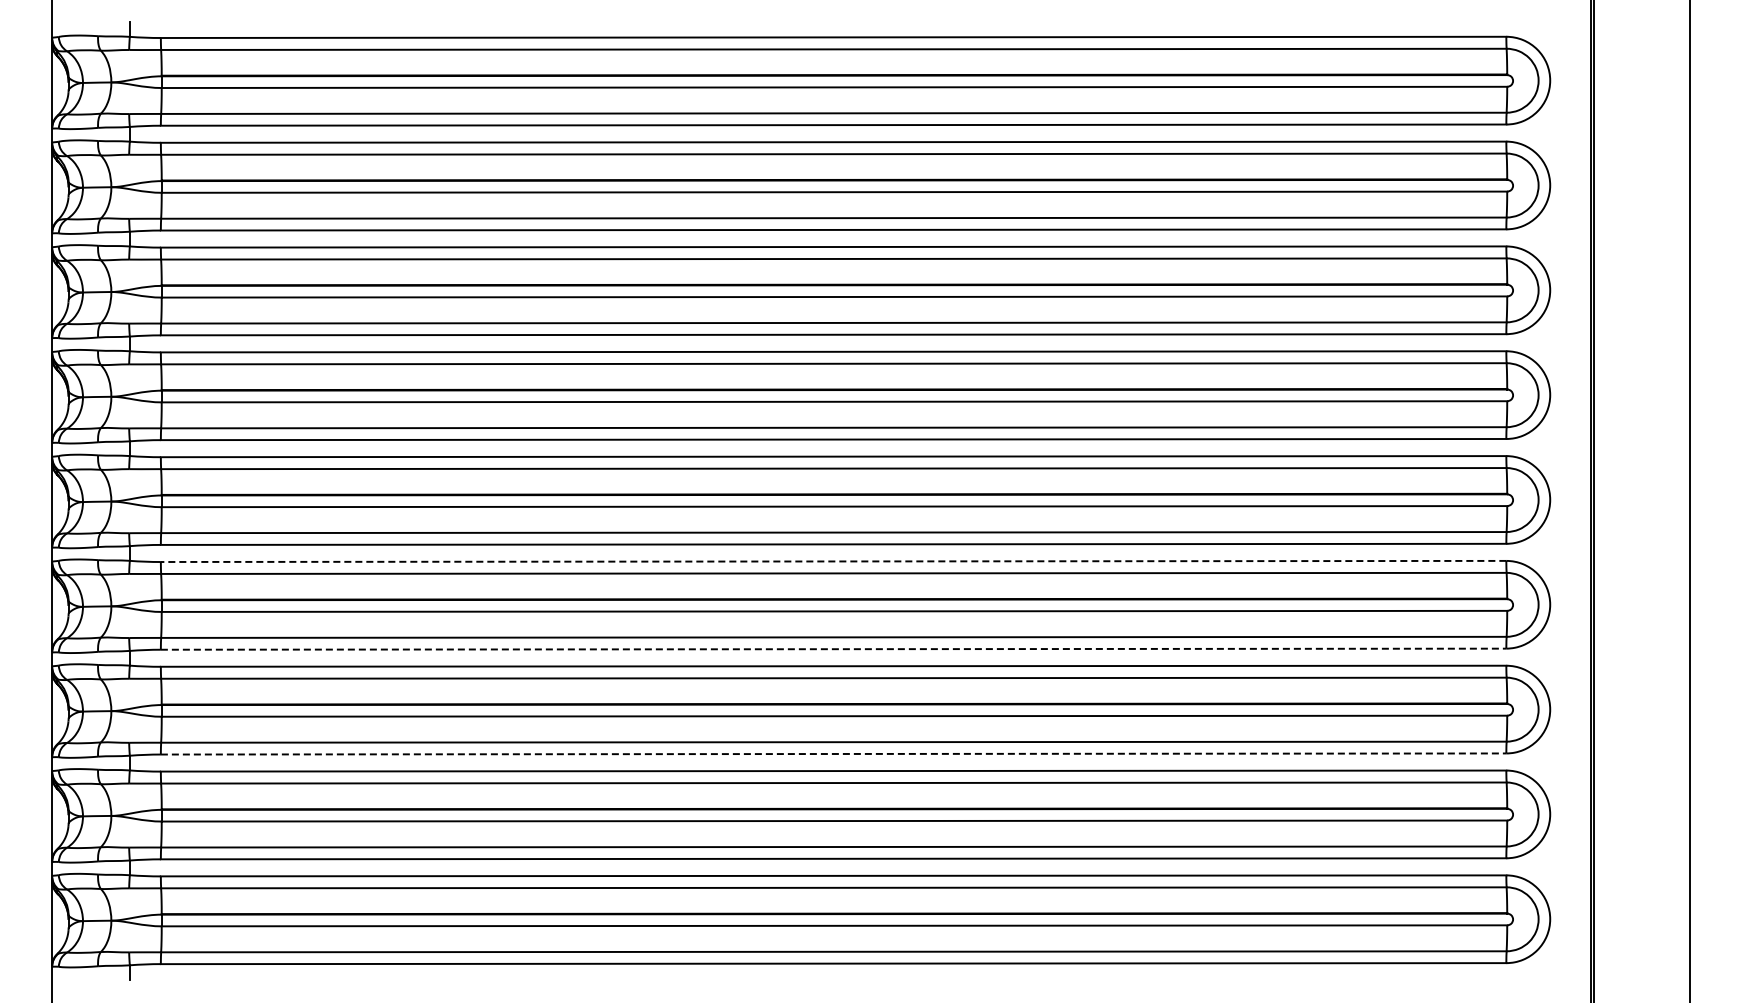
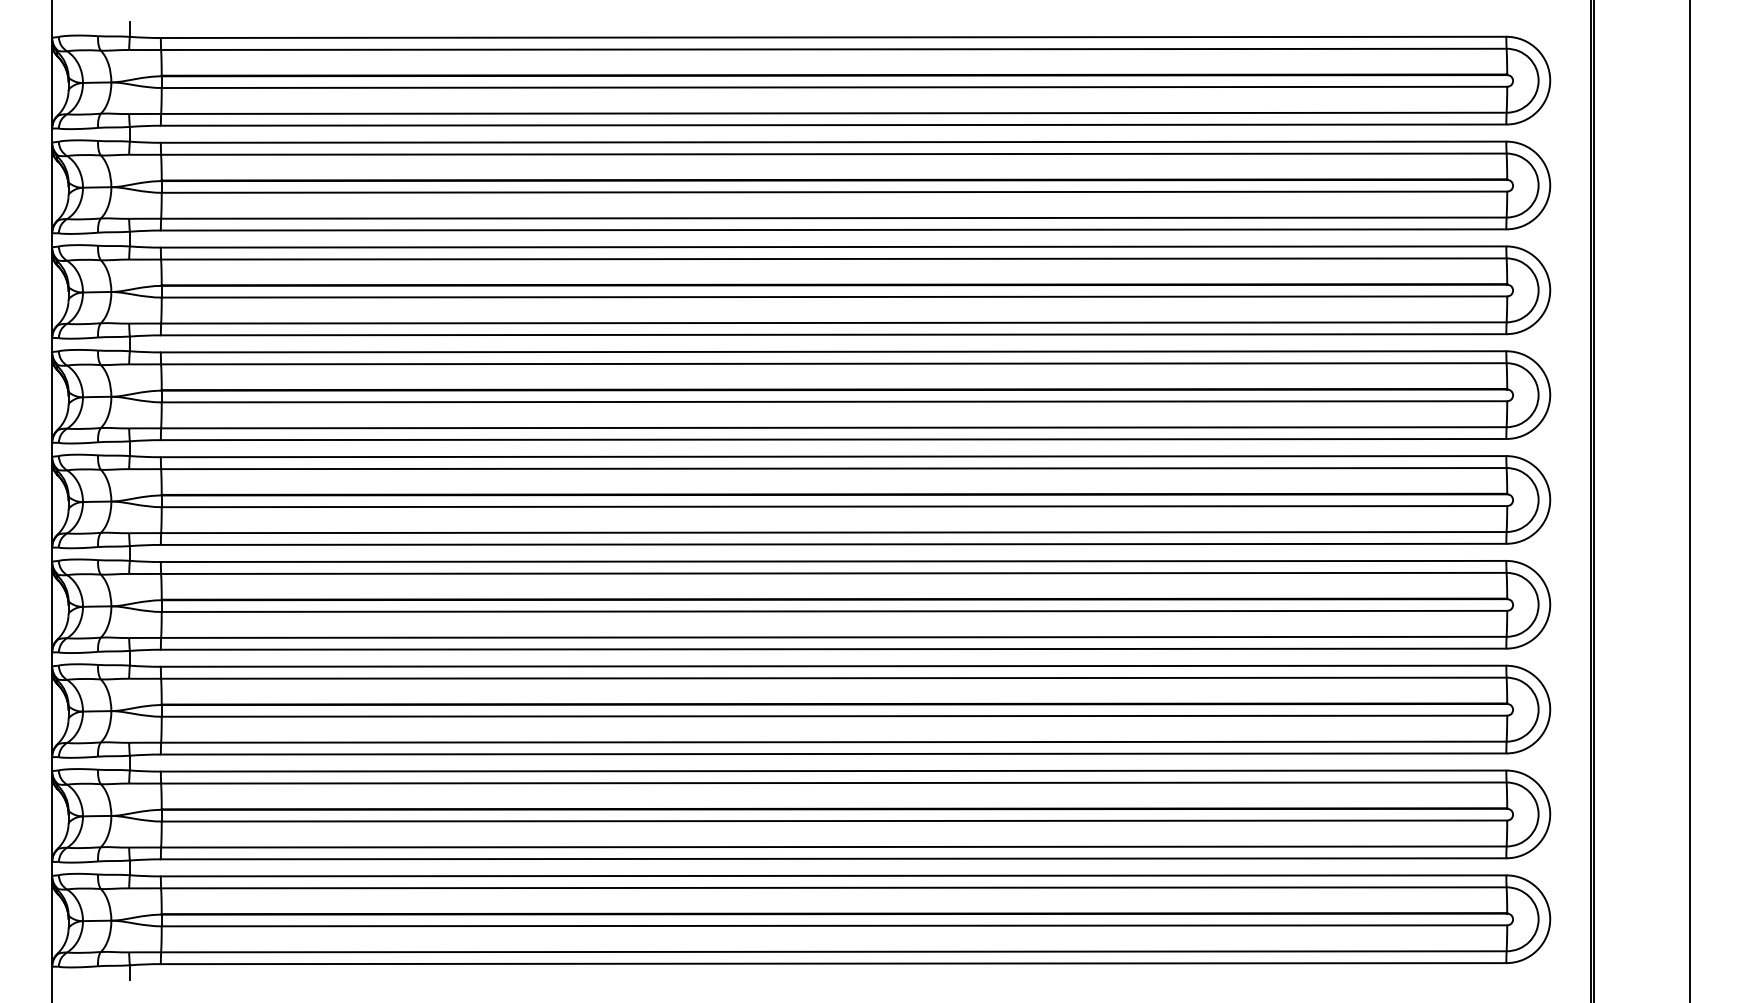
line at (833, 561): dashed -> solid
line at (833, 649): dashed -> solid
line at (833, 754): dashed -> solid
